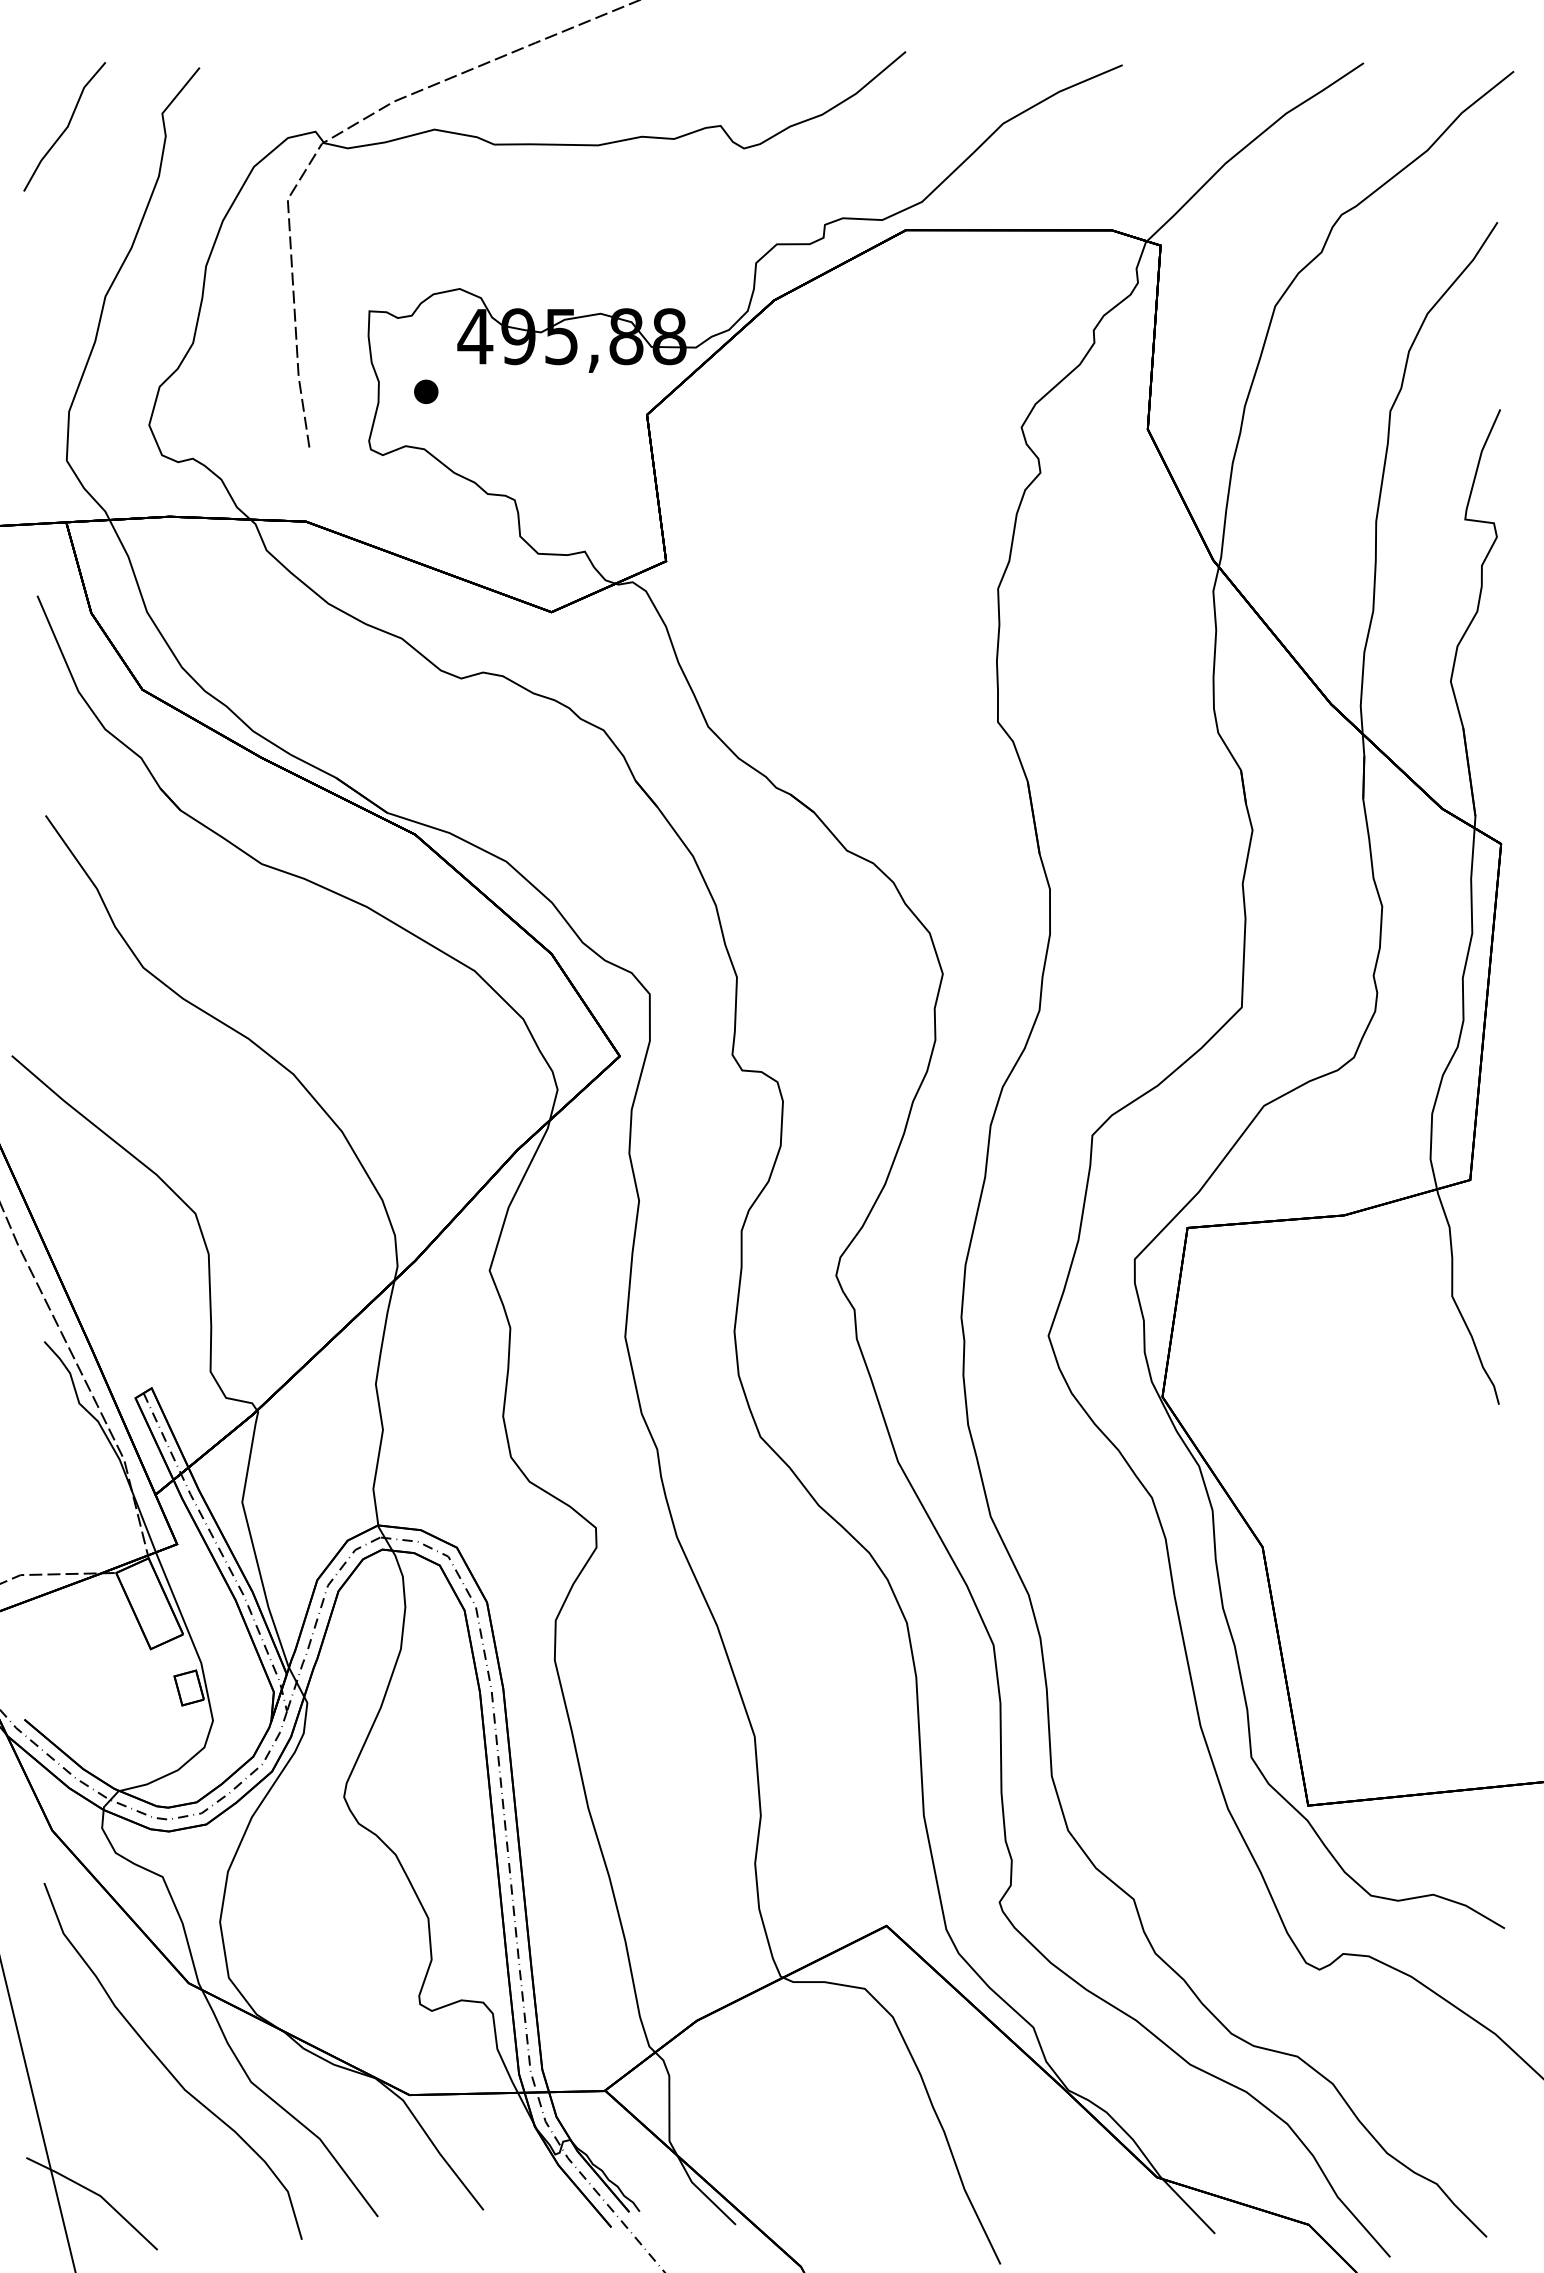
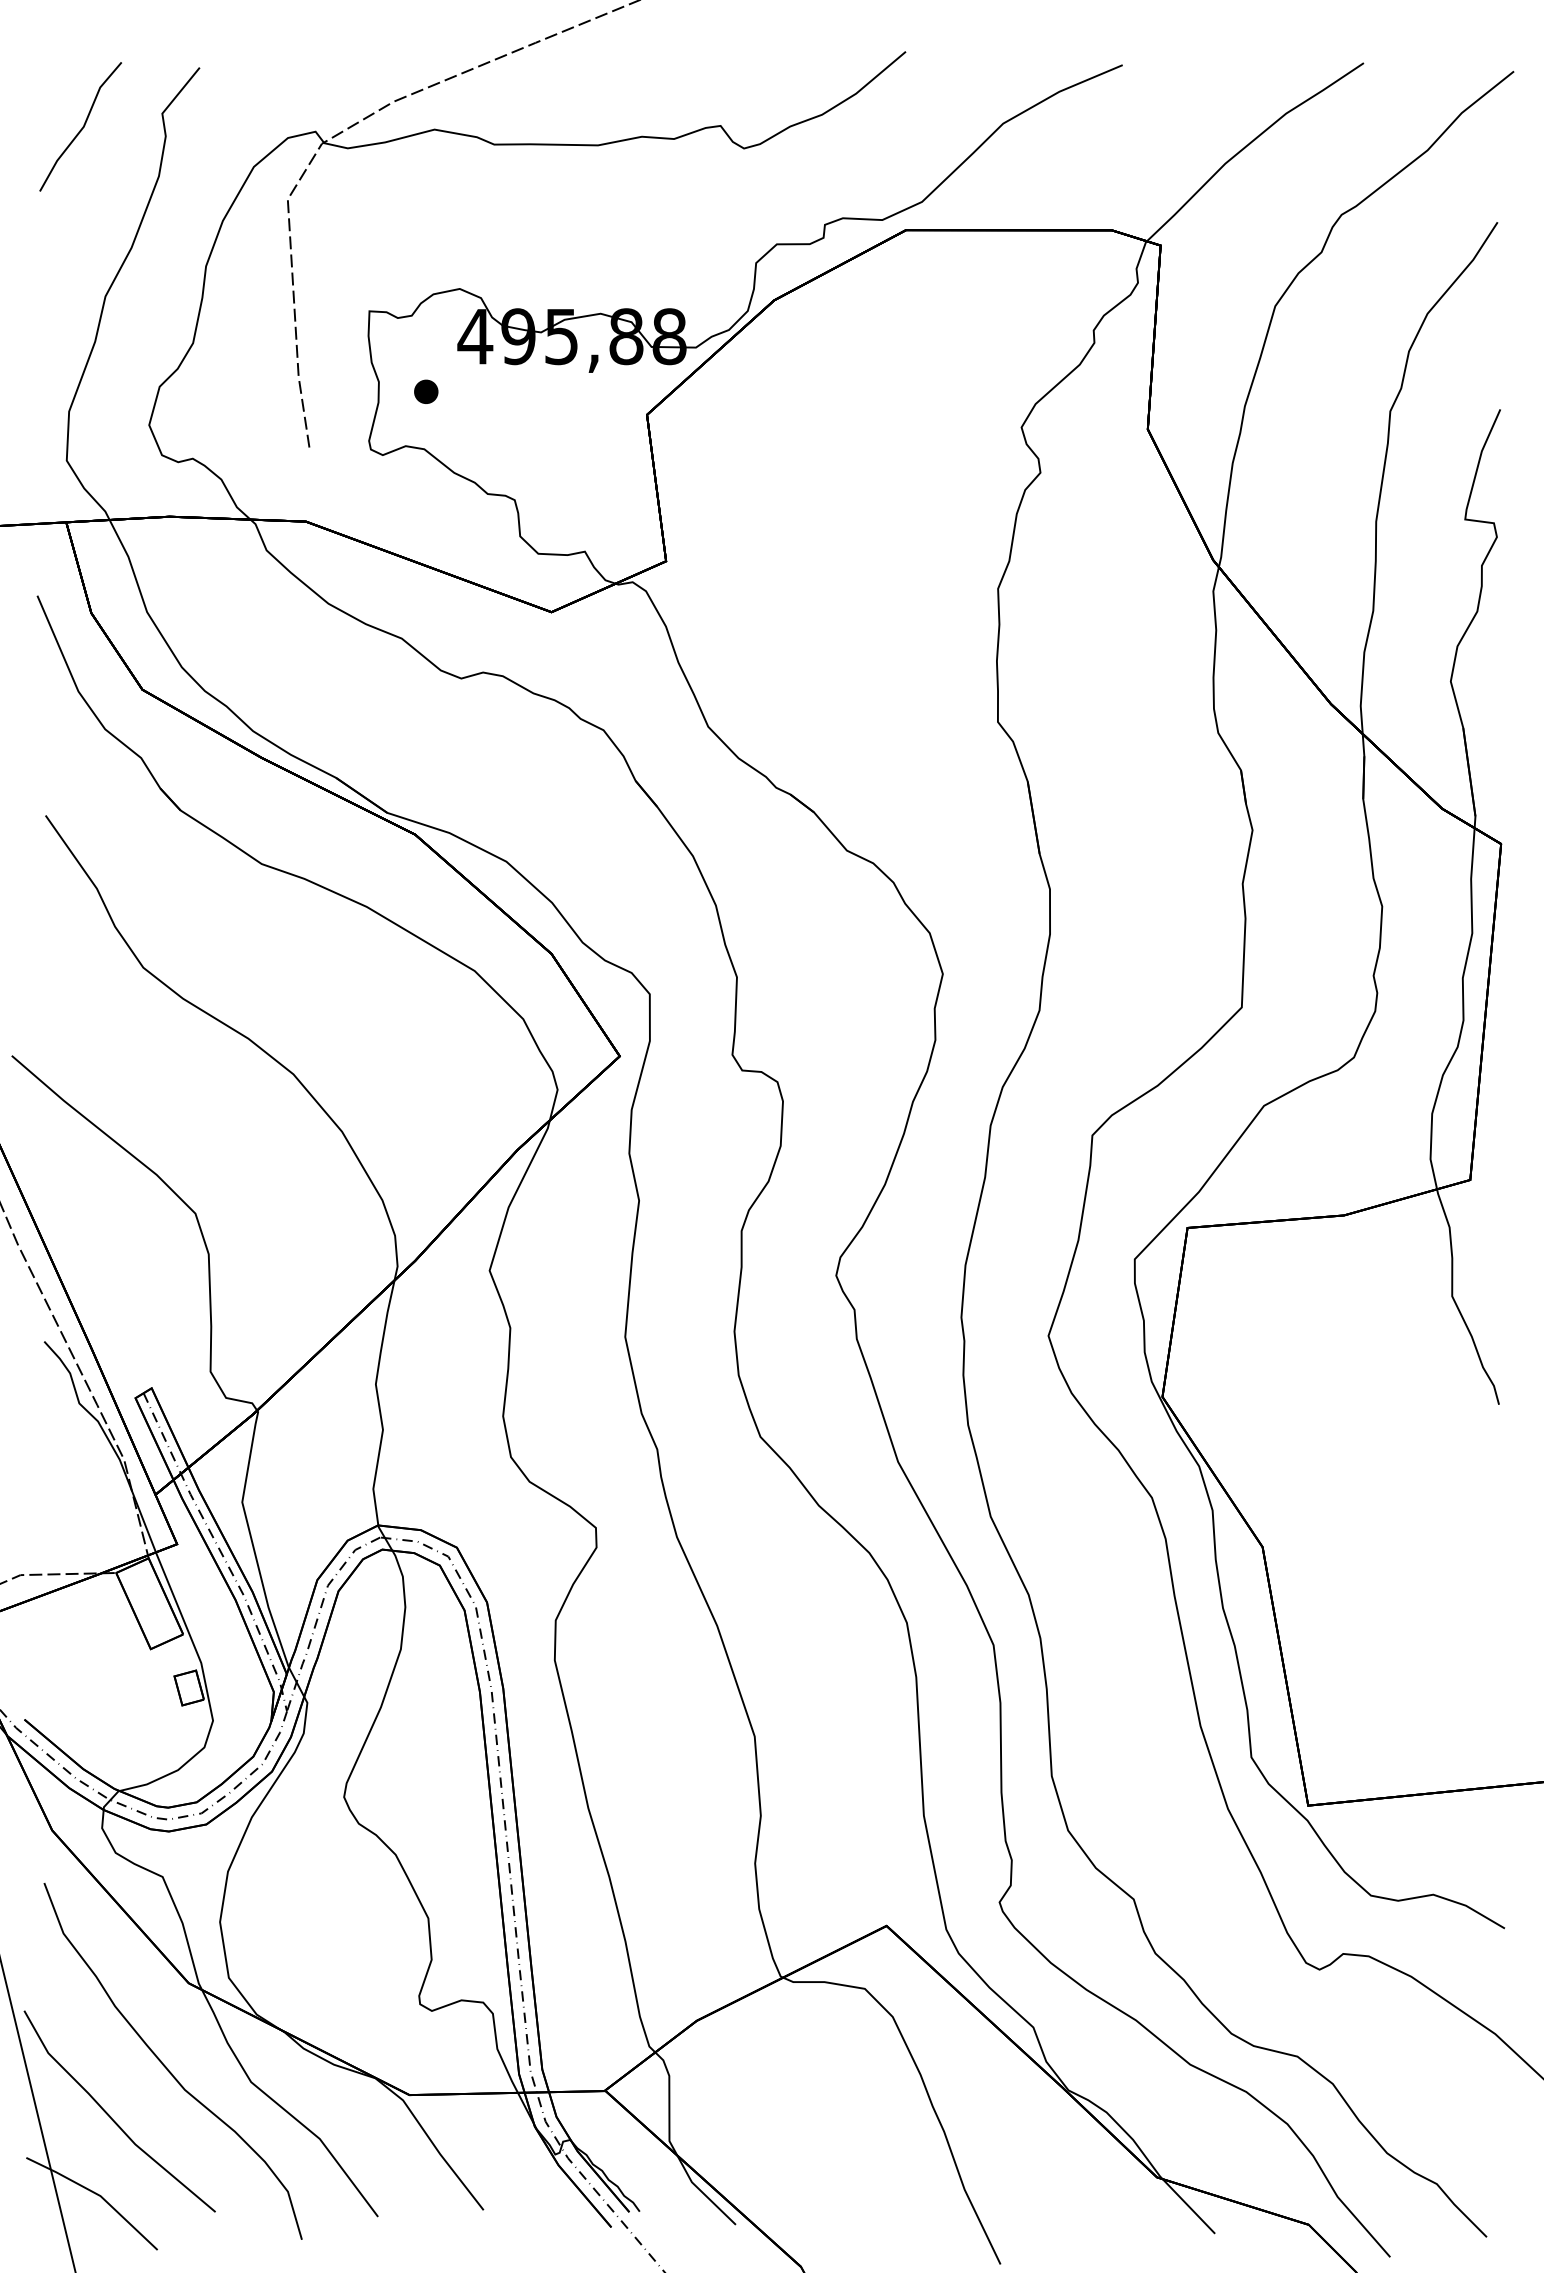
line at (66, 126) position: (66, 126) -> (82, 126)
line at (110, 2115): none -> present
